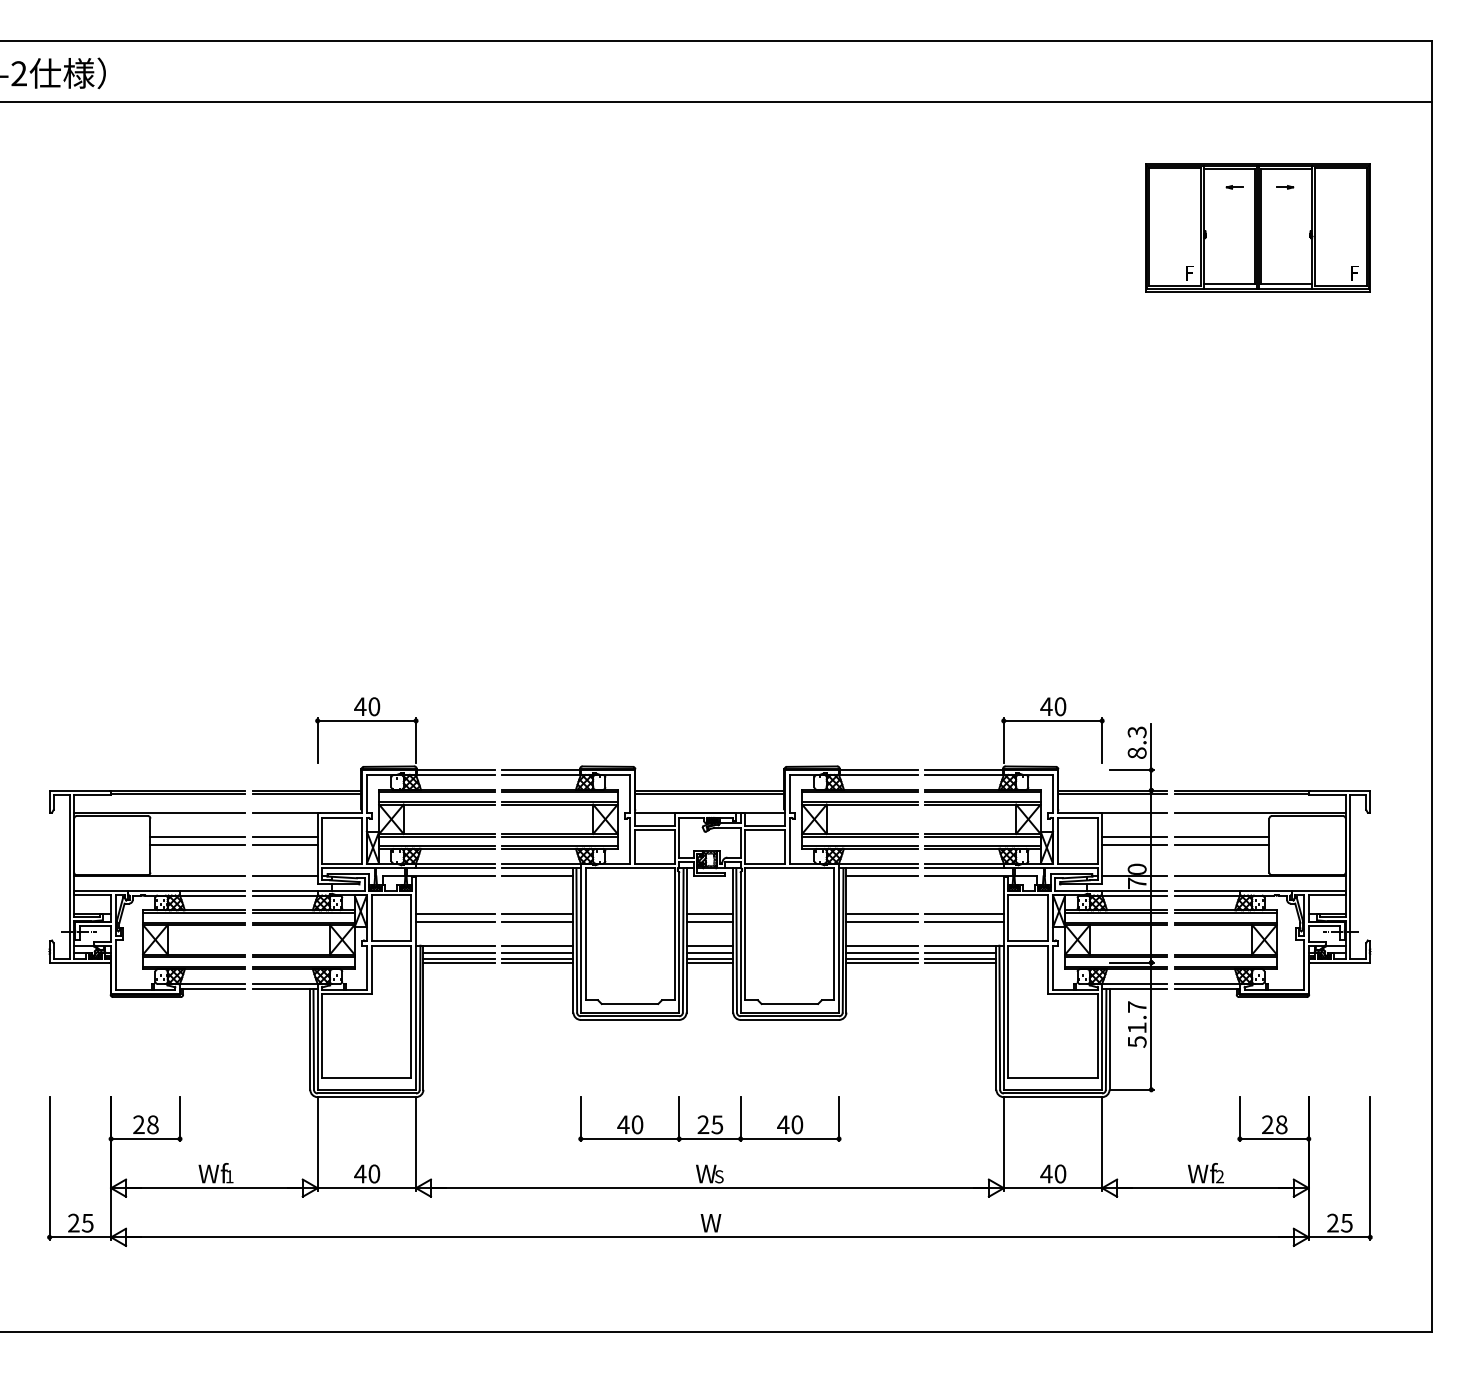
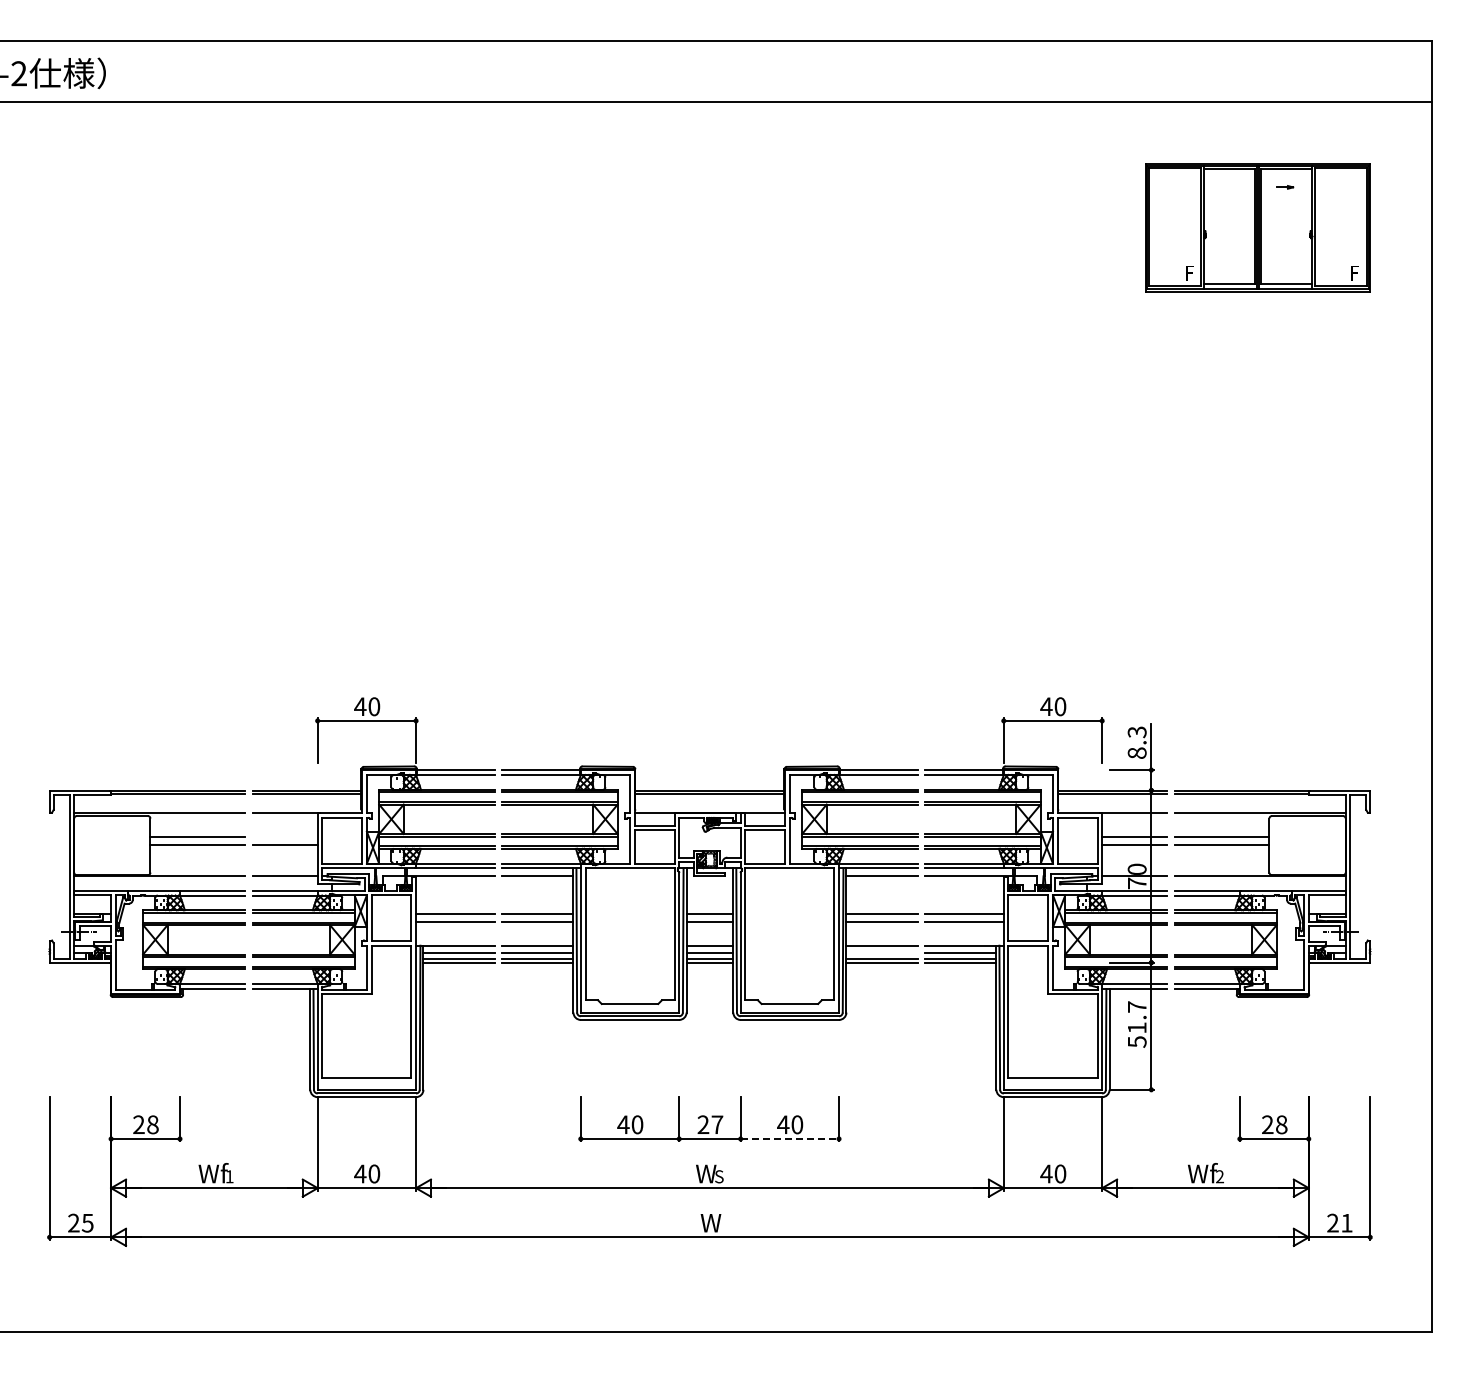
part at (1234, 187): present -> none
line at (284, 836): present -> none
line at (881, 953): present -> none
text at (717, 1124): 25 -> 27
line at (790, 1138): solid -> dashed
text at (1346, 1223): 25 -> 21
